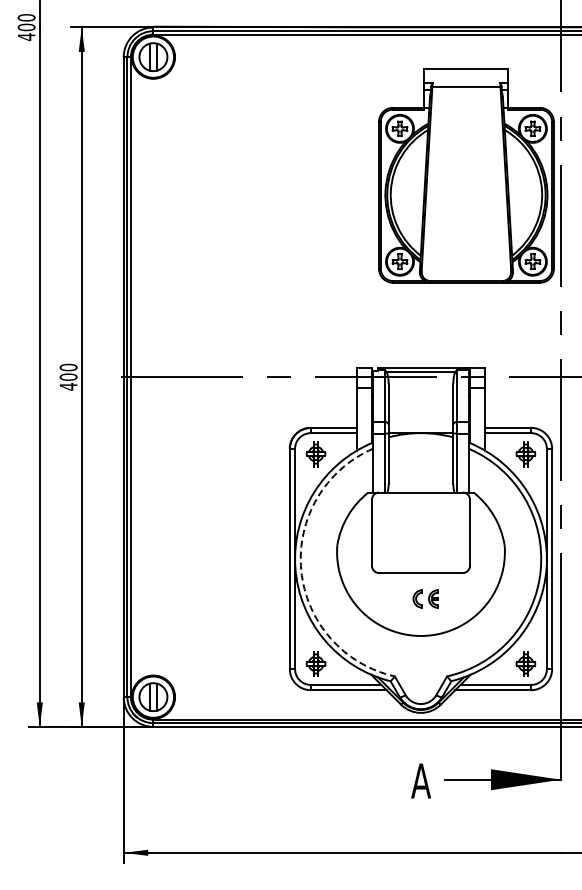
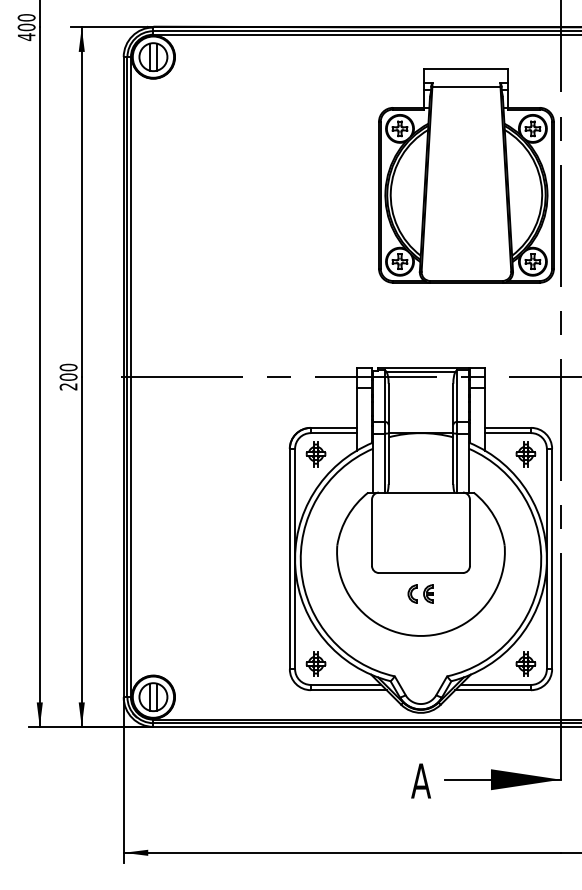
text at (68, 386): 400 -> 200
arc at (301, 570): dashed -> solid
part at (425, 598) position: (425, 598) -> (420, 593)
